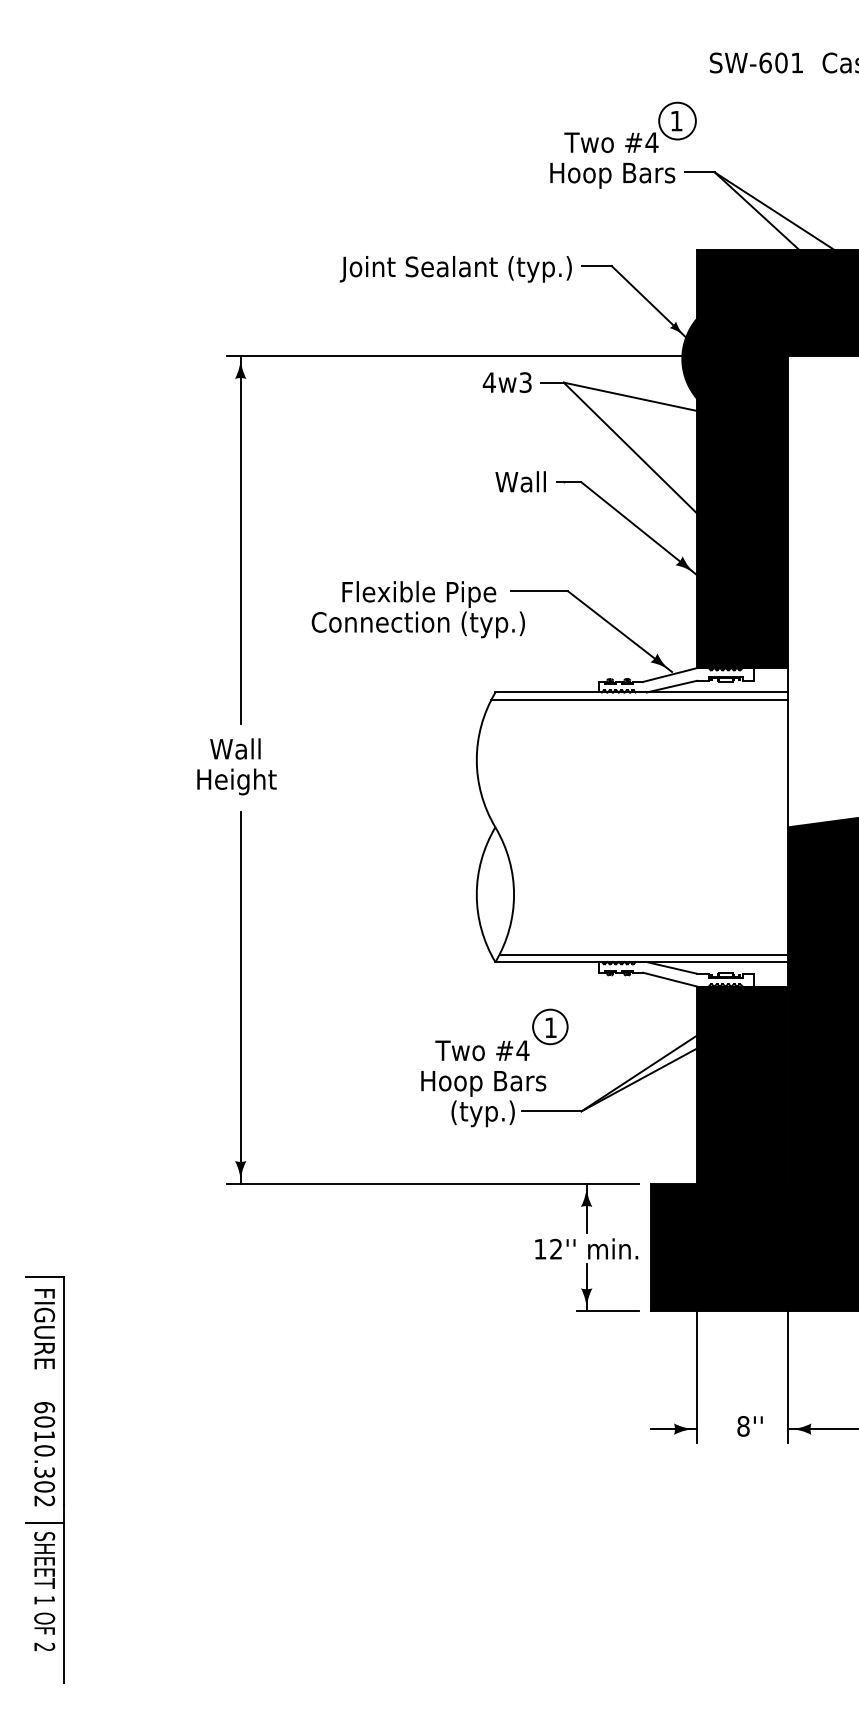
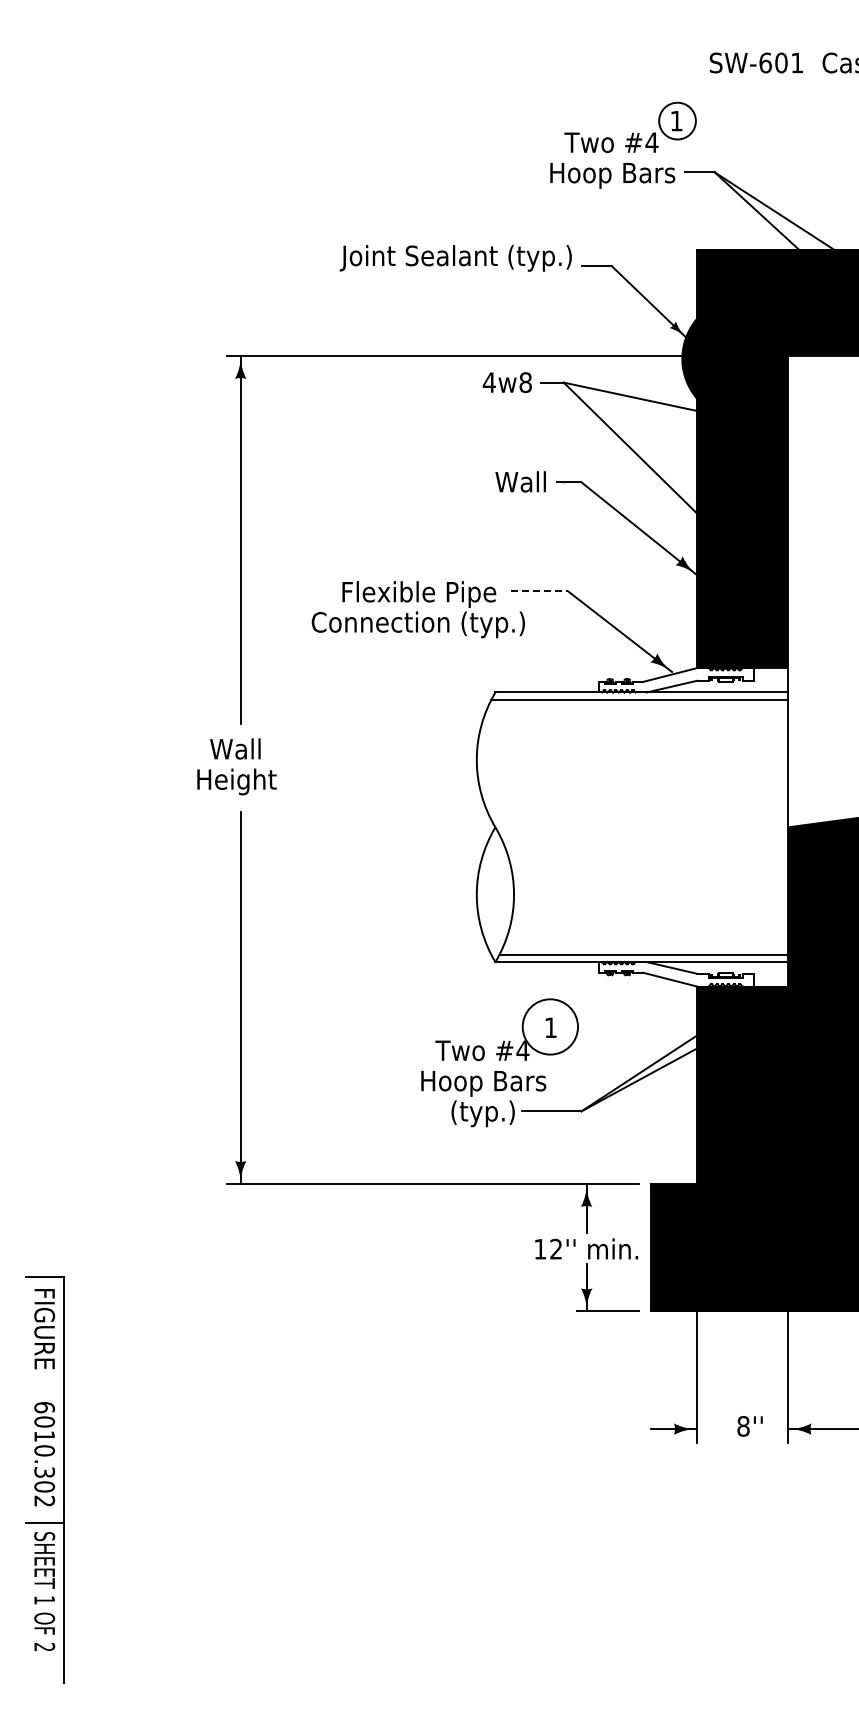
text at (455, 269) position: (455, 269) -> (455, 258)
text at (525, 382): 4w3 -> 4w8
line at (540, 591): solid -> dashed
circle at (550, 1026) diameter: 35 px -> 55 px
